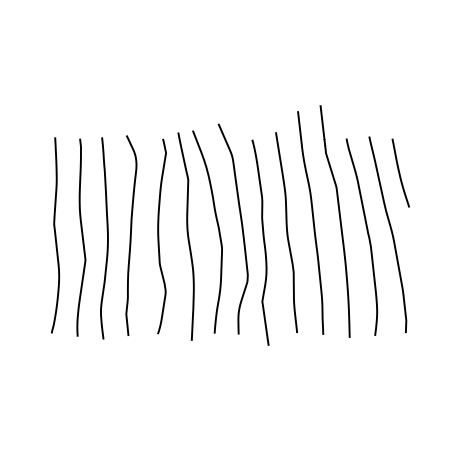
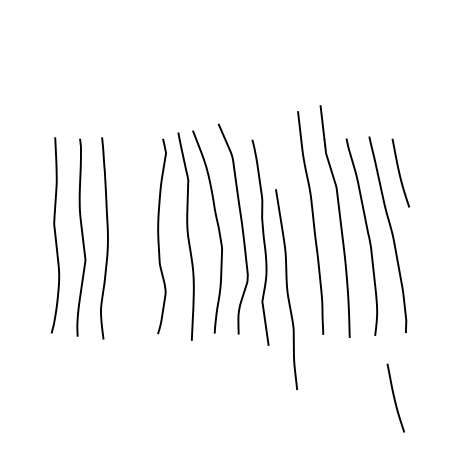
curve at (286, 232) position: (286, 232) -> (286, 289)
curve at (131, 235): present -> none
curve at (395, 397): none -> present
